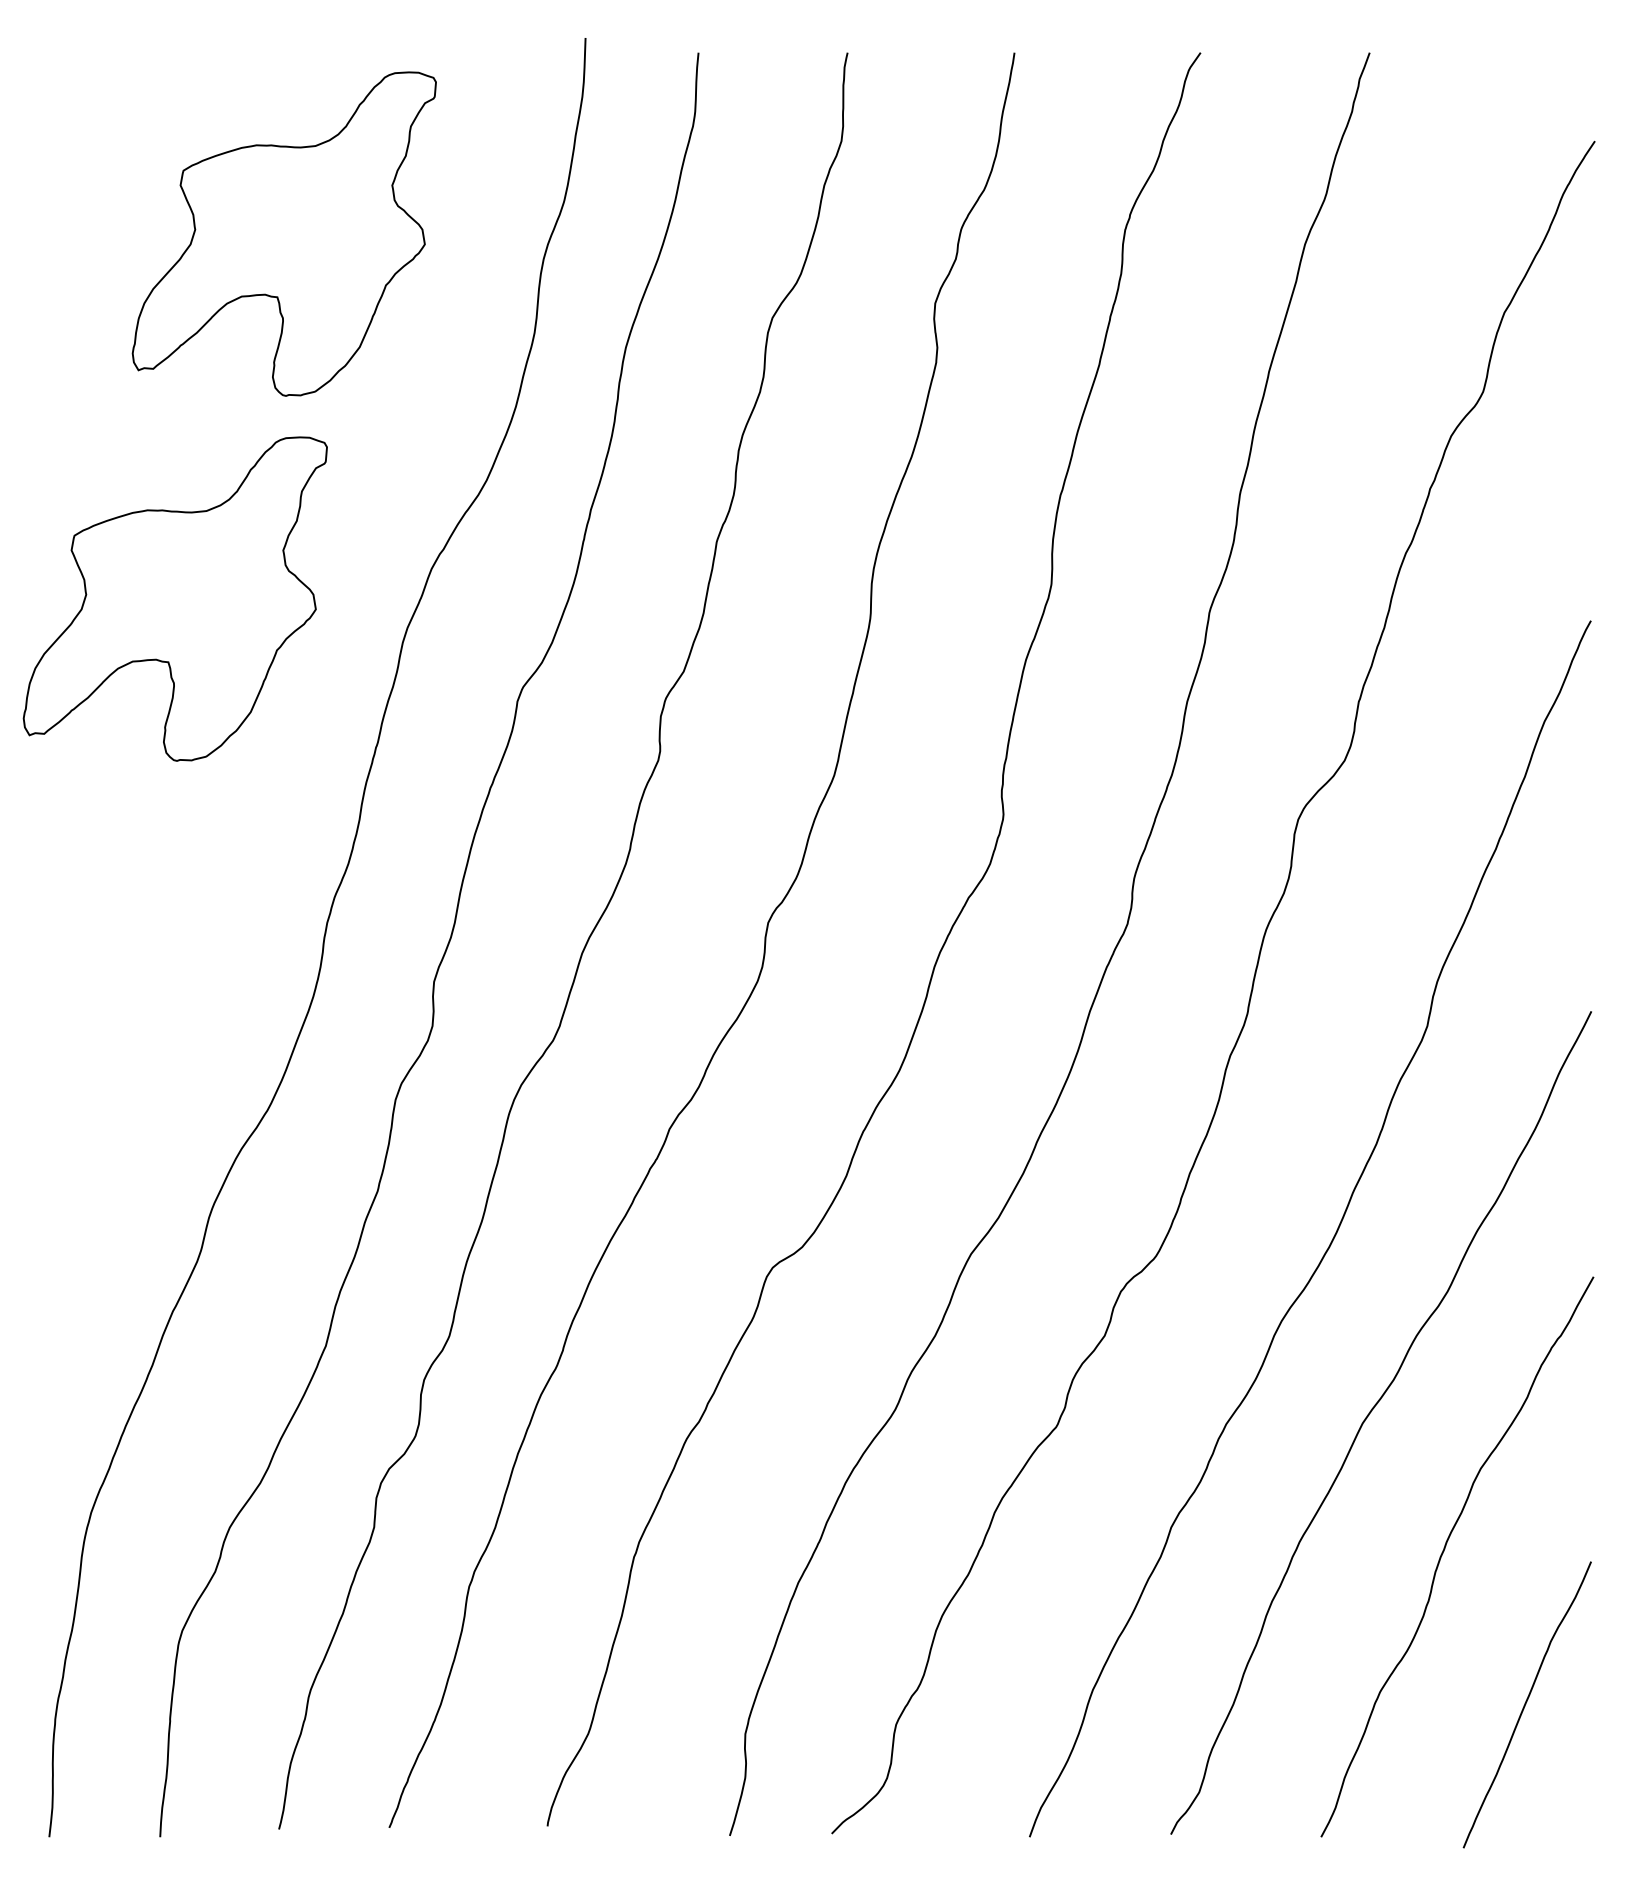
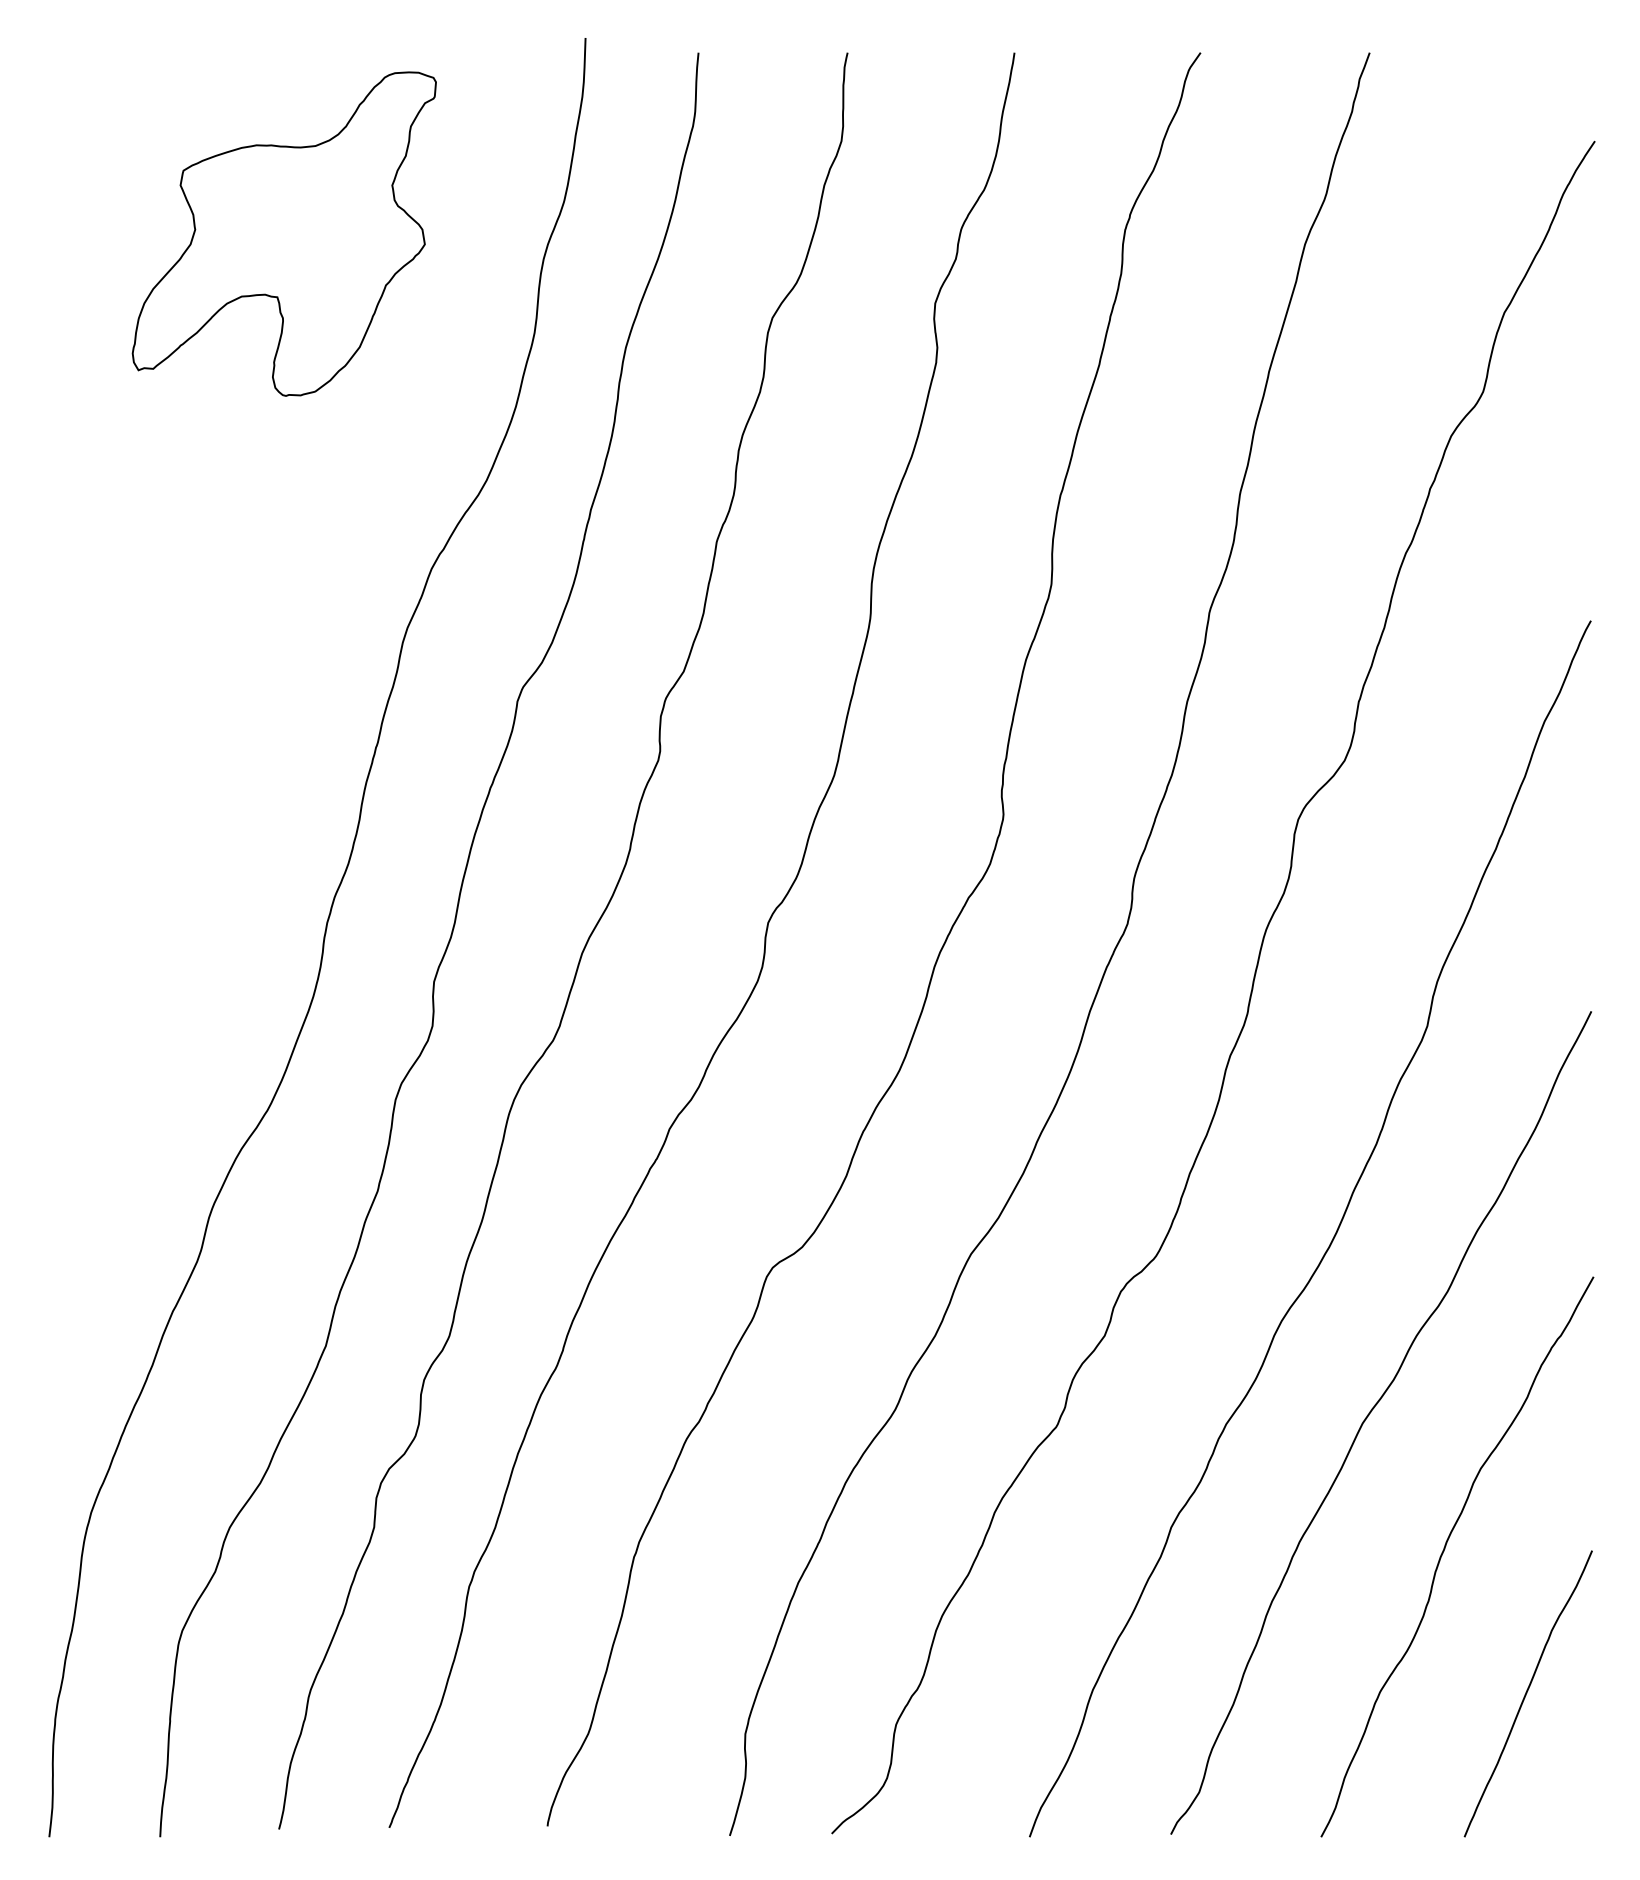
part at (174, 598): present -> none
curve at (1526, 1704) position: (1526, 1704) -> (1527, 1693)
